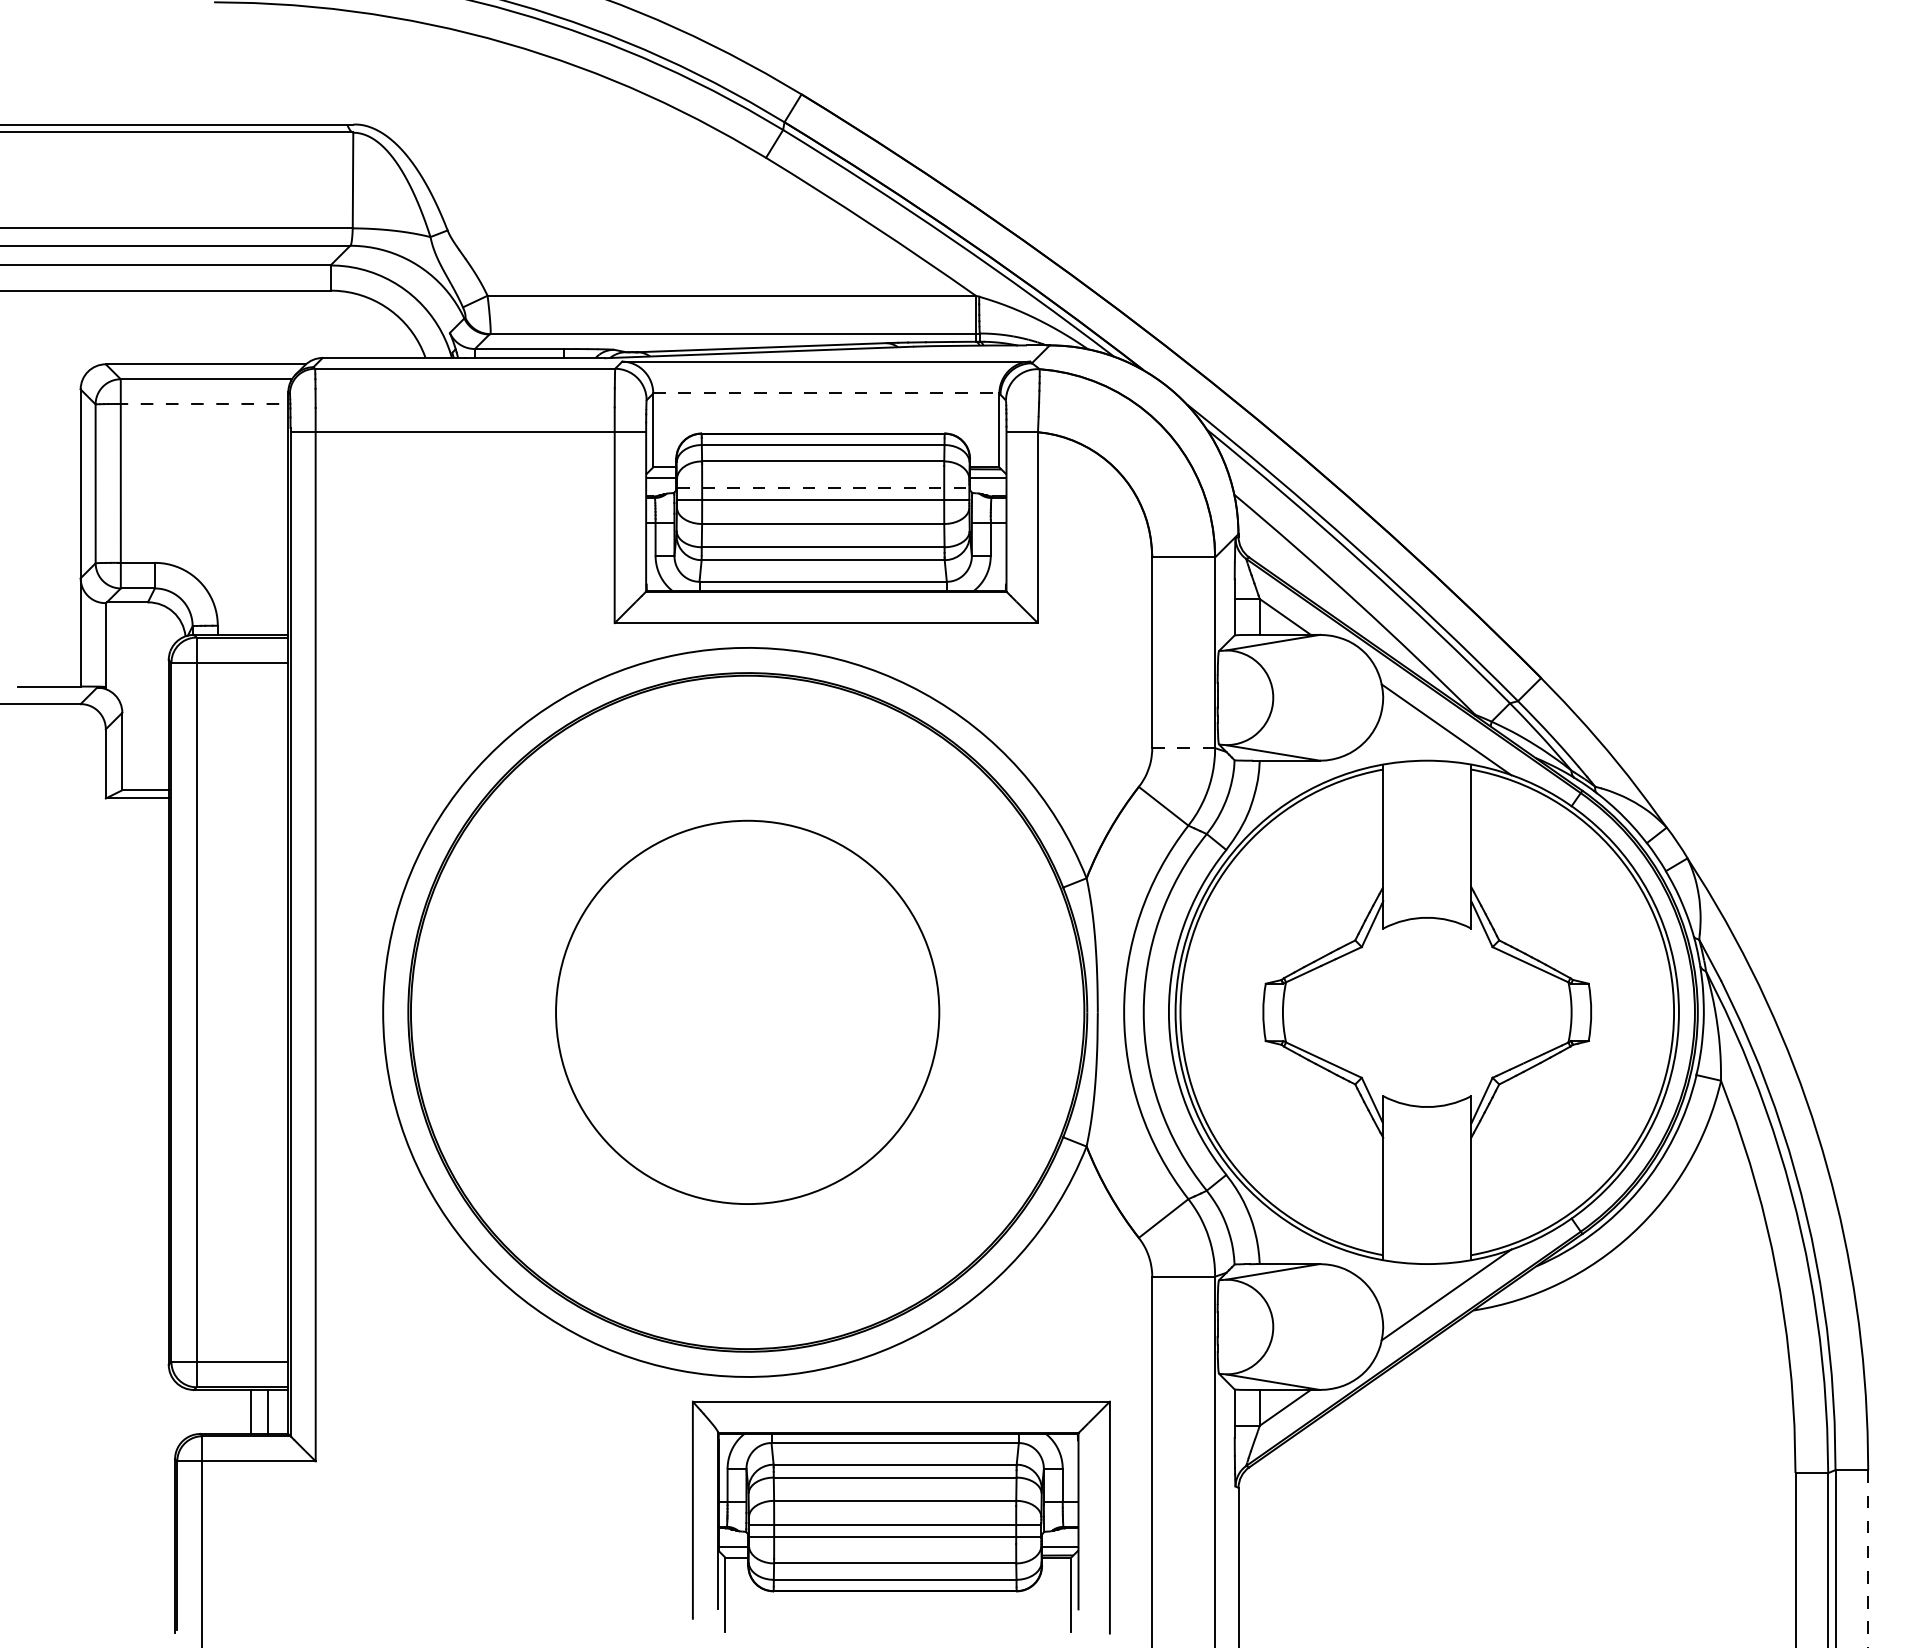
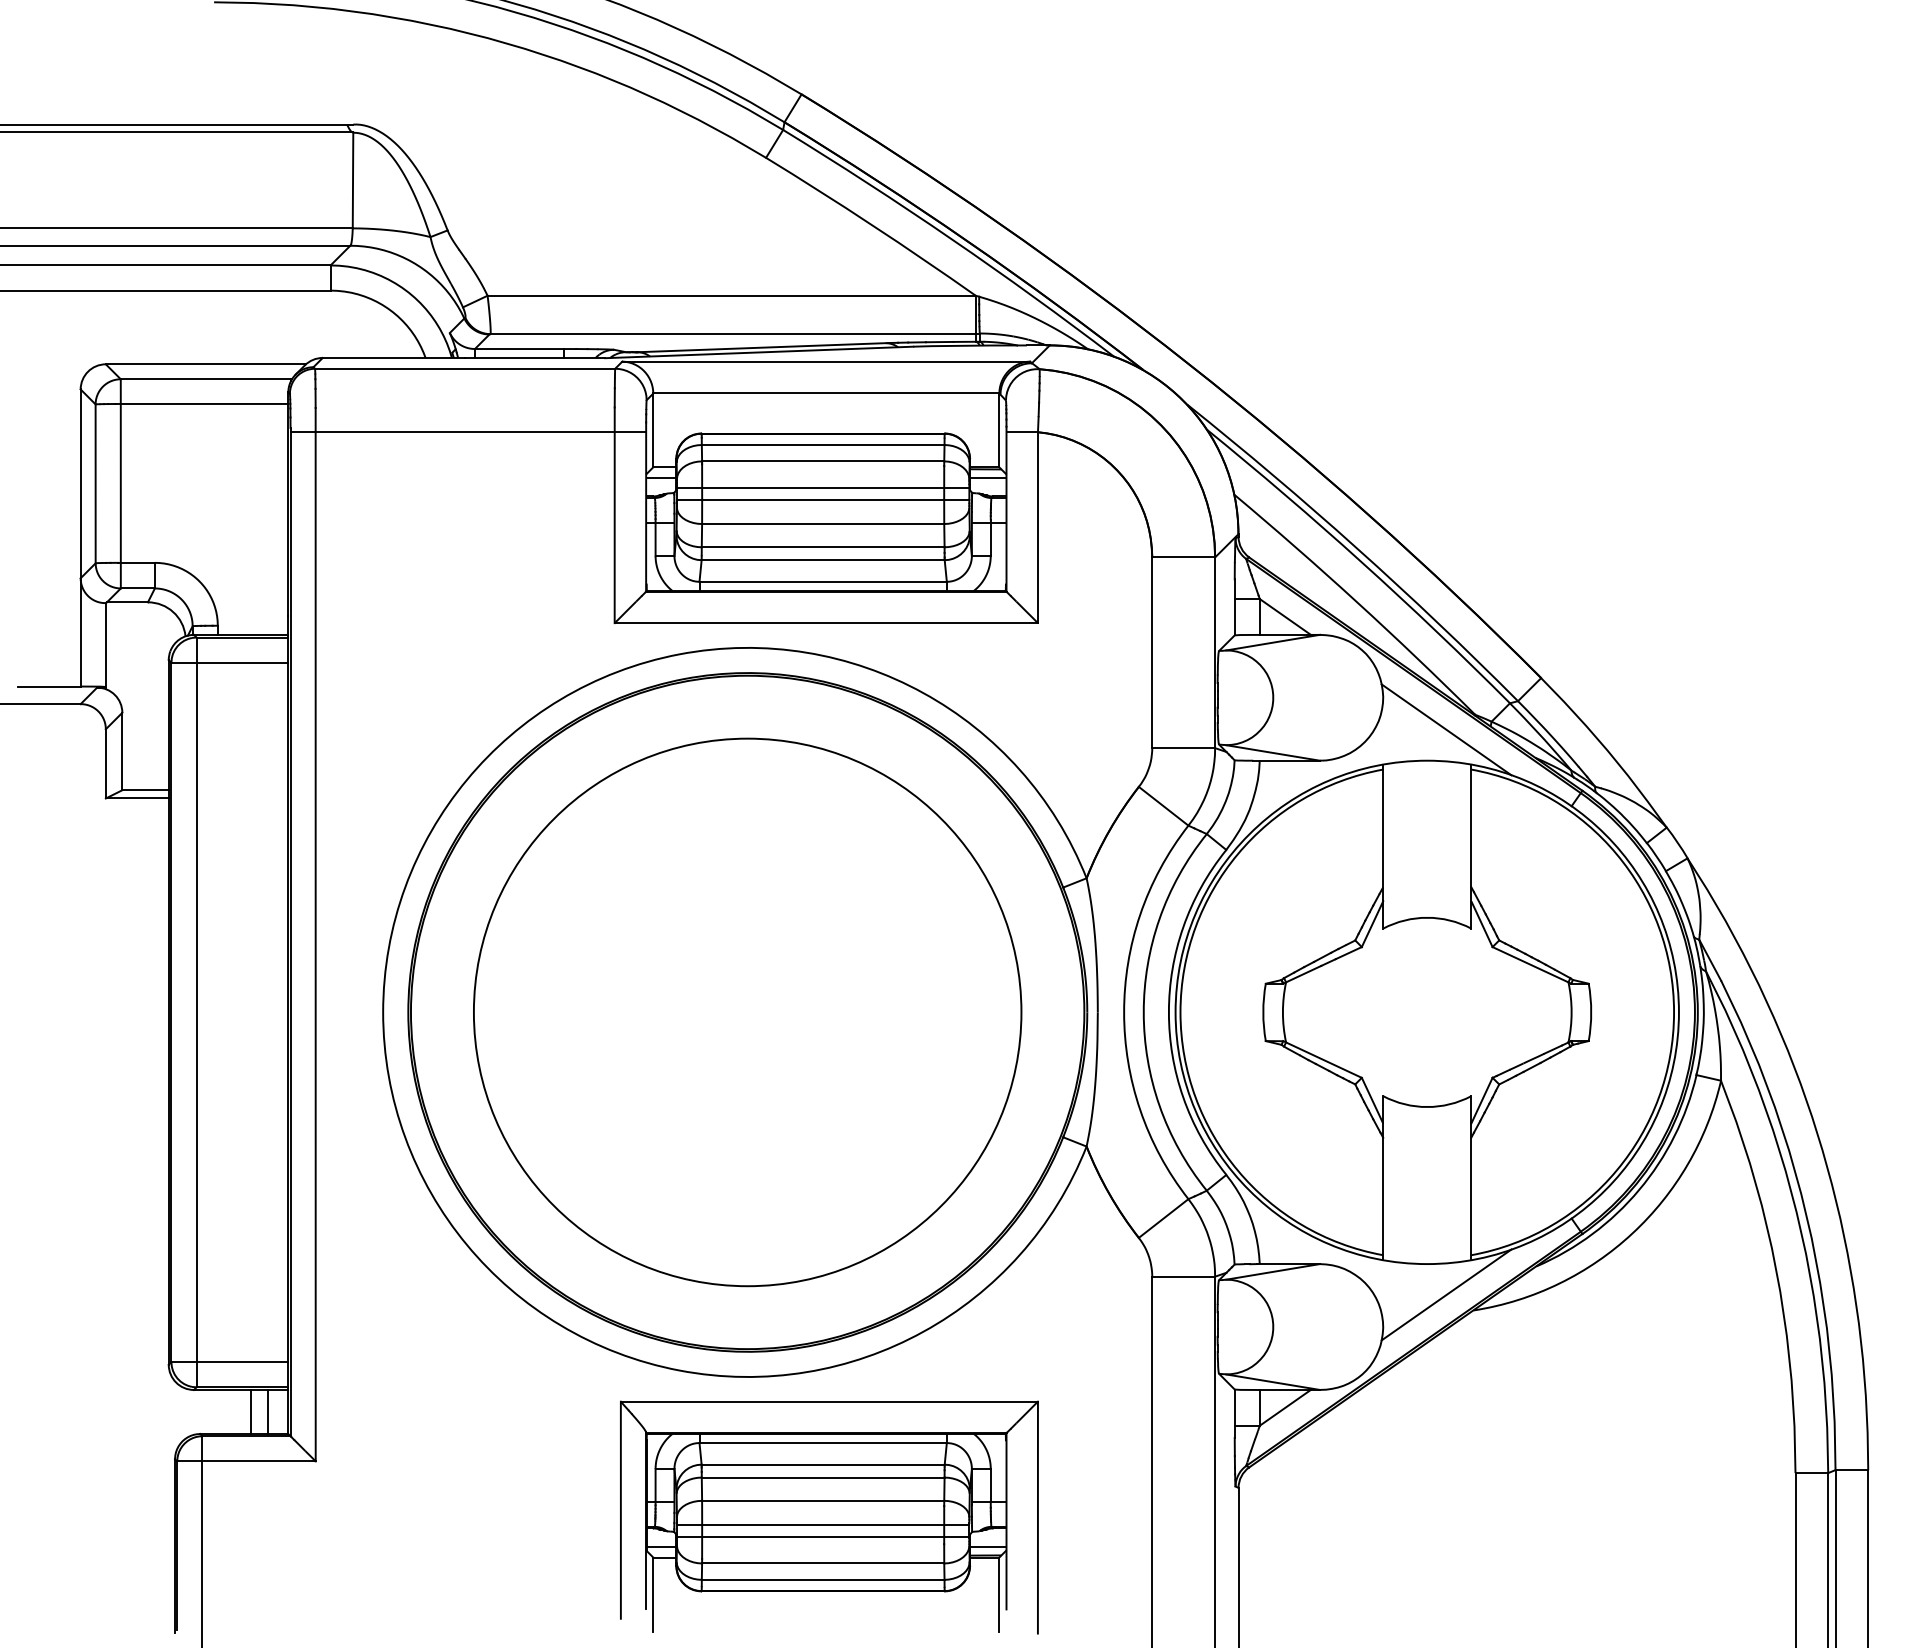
line at (826, 393): dashed -> solid
line at (202, 403): dashed -> solid
line at (823, 487): dashed -> solid
line at (1183, 748): dashed -> solid
circle at (747, 1012) diameter: 383 px -> 548 px
part at (901, 1517) position: (901, 1517) -> (829, 1517)
line at (1868, 1559): dashed -> solid
